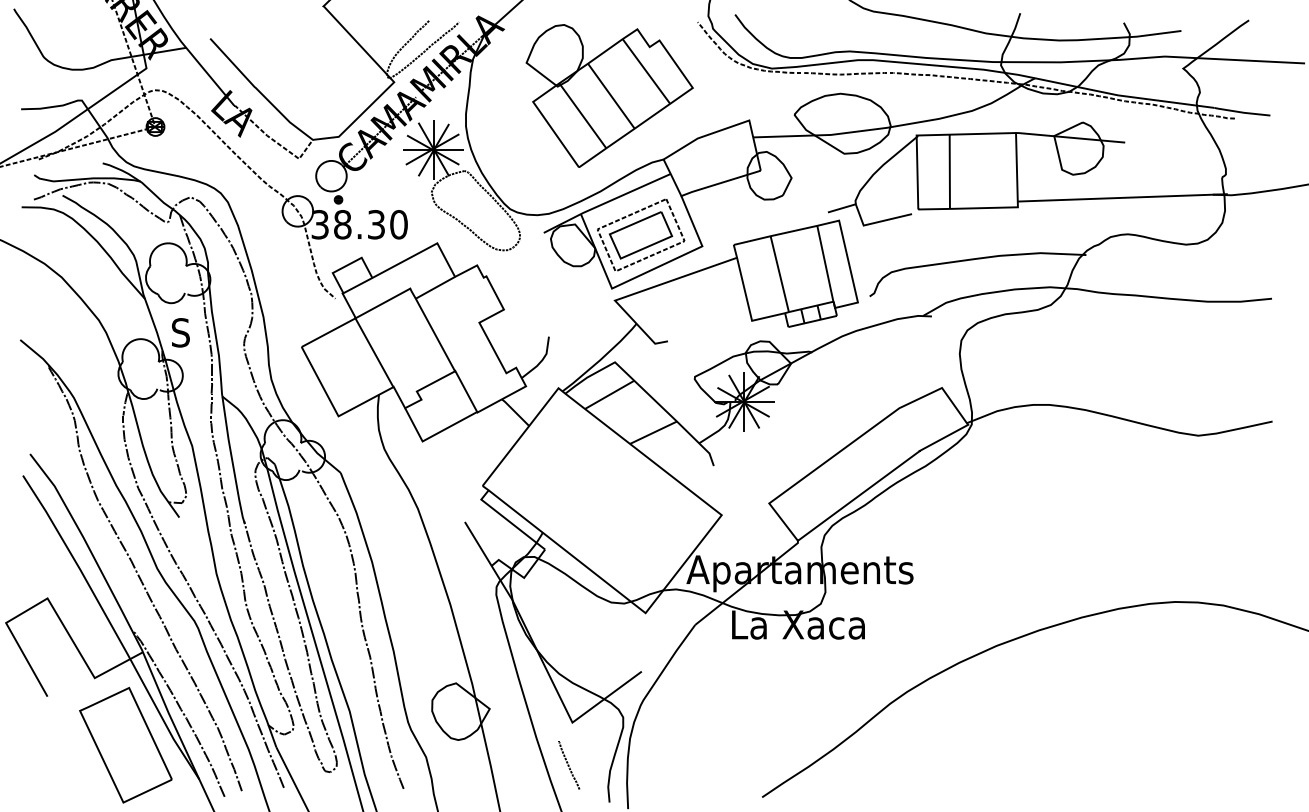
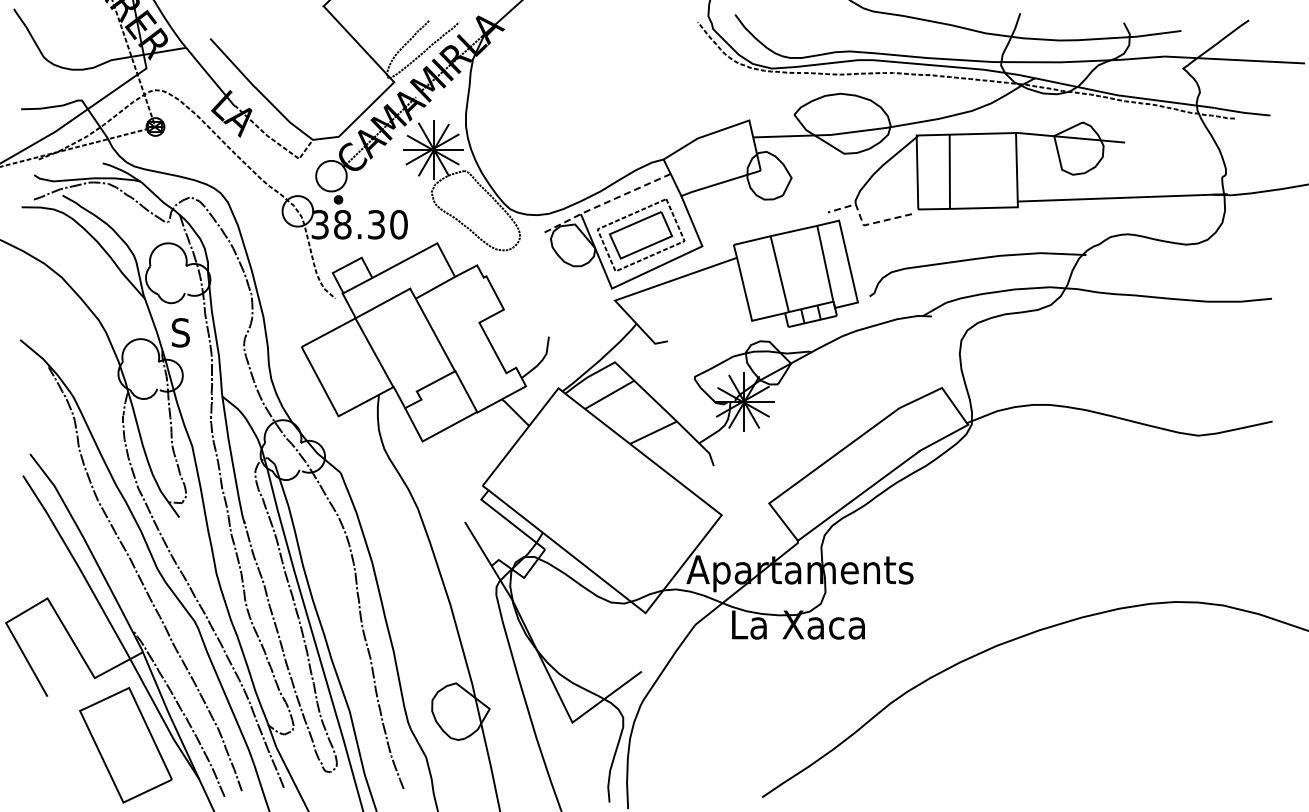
part at (609, 95): present -> none
line at (605, 202): solid -> dashed
line at (863, 223): solid -> dashed
curve at (569, 765): present -> none
